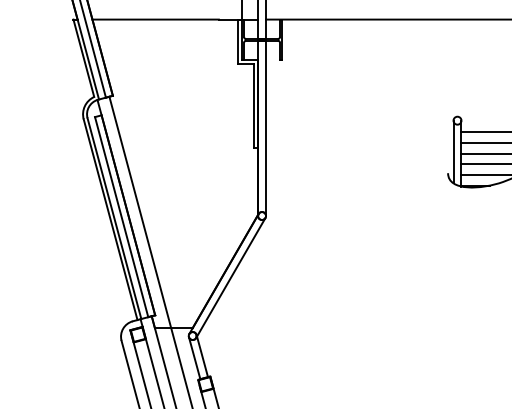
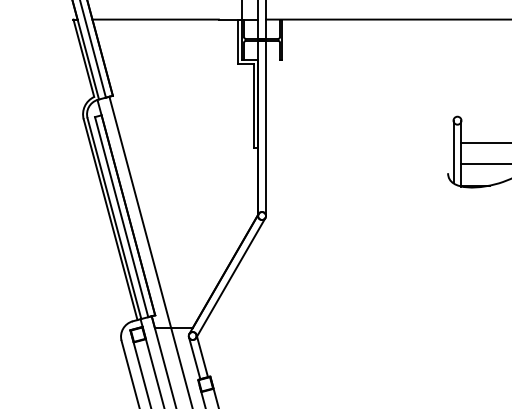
line at (484, 132): present -> none
line at (484, 153): present -> none
line at (484, 174): present -> none
